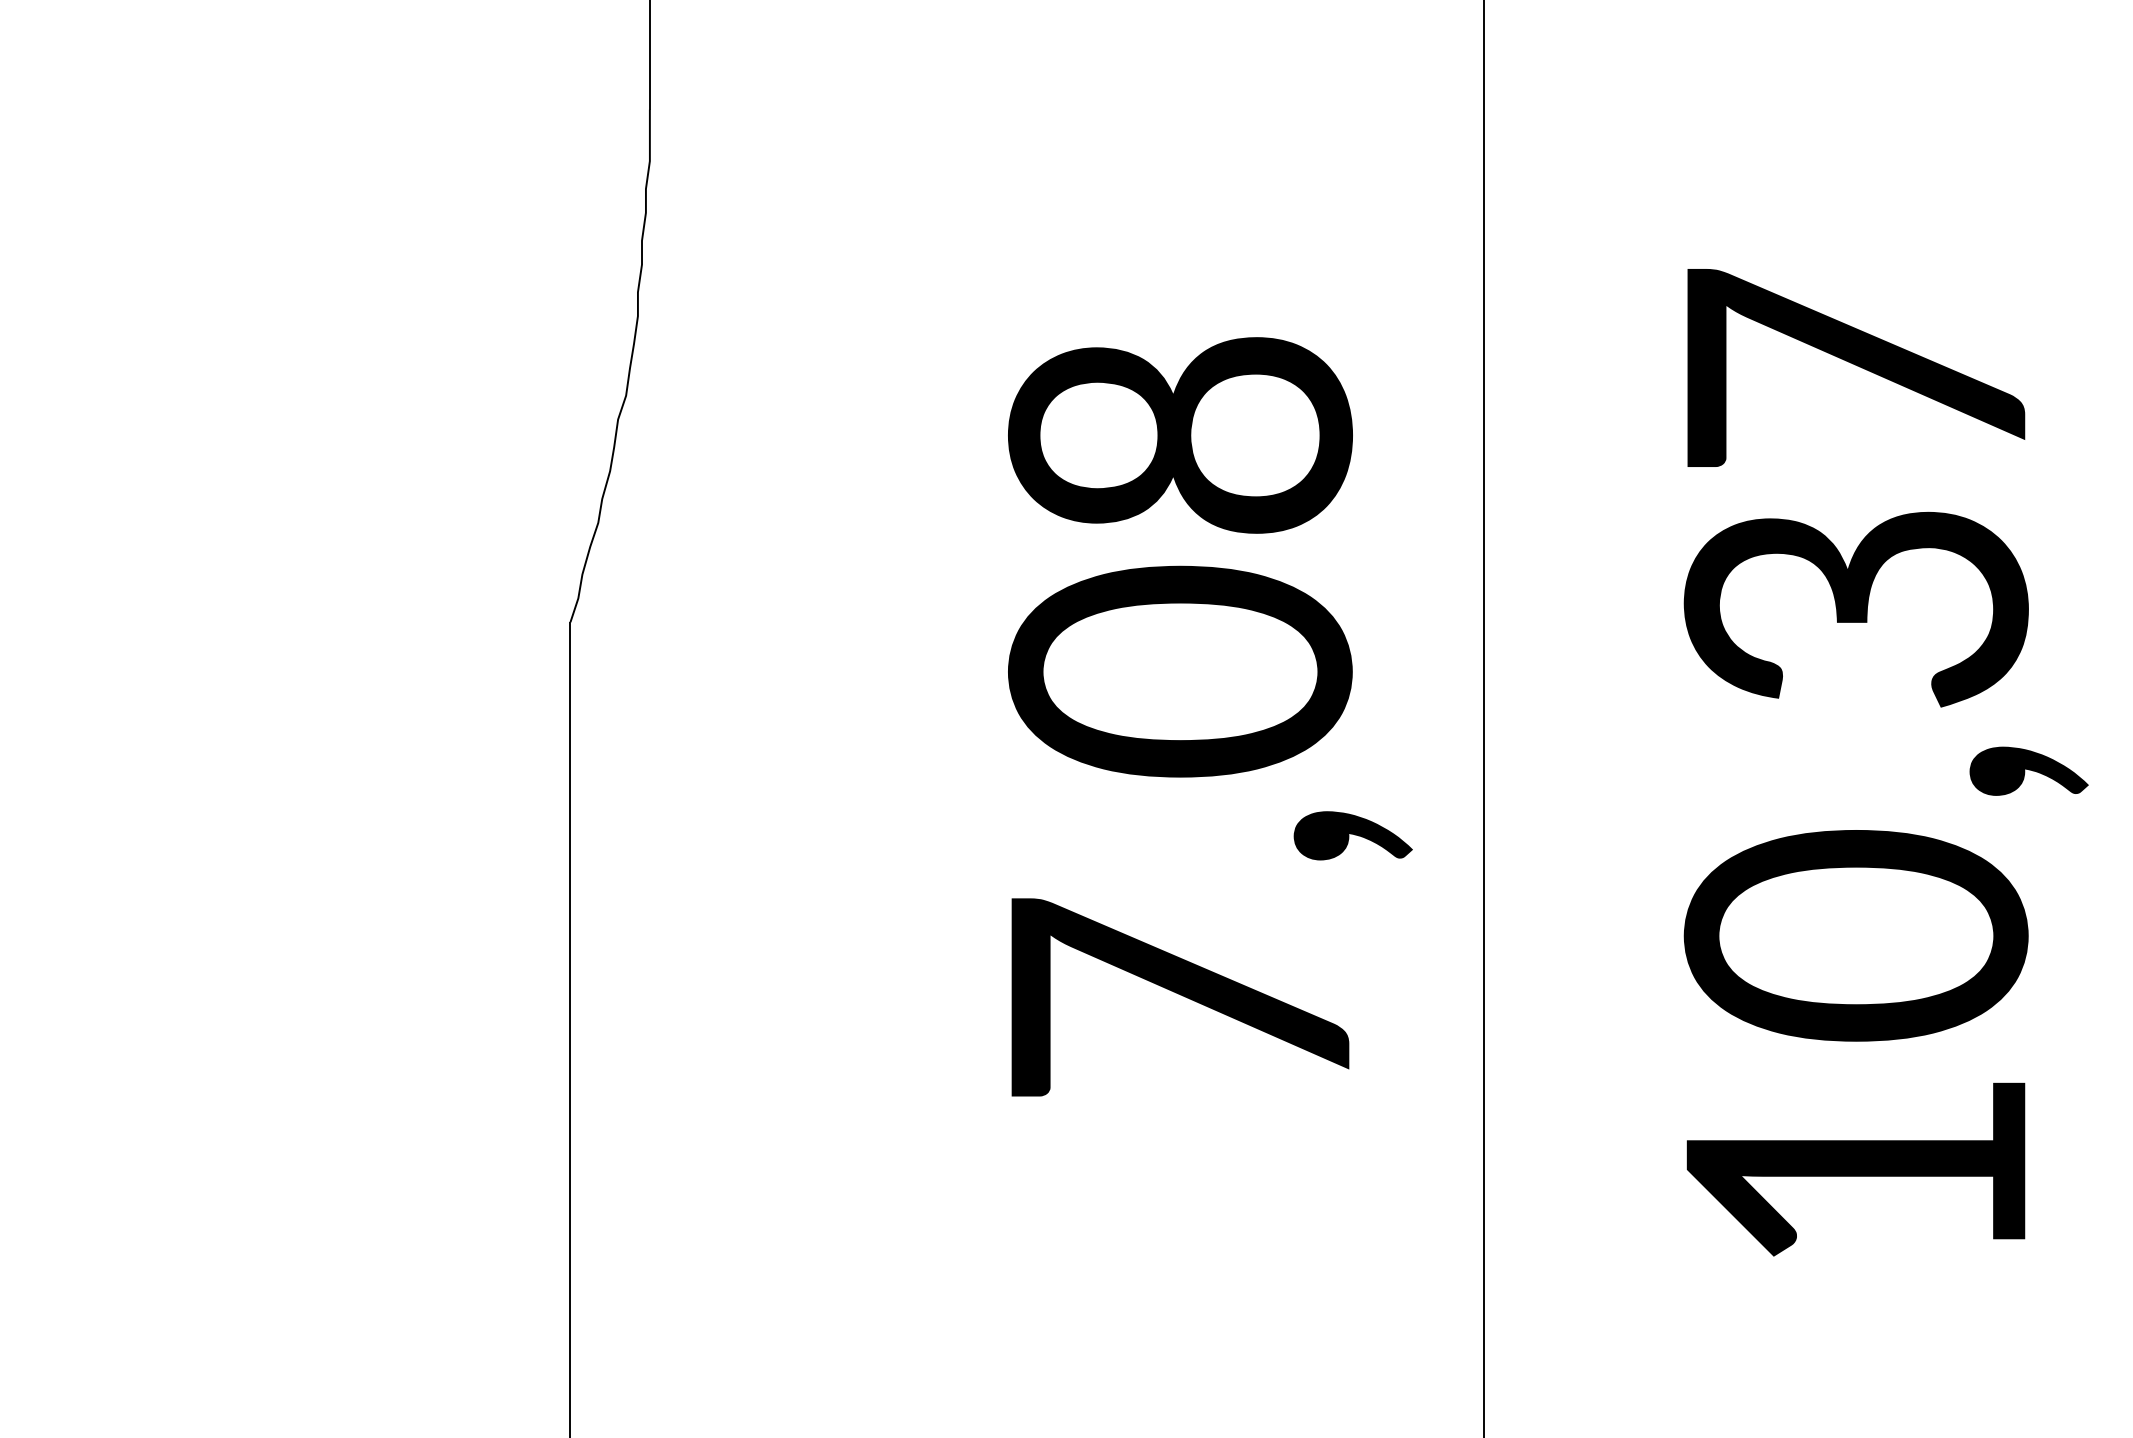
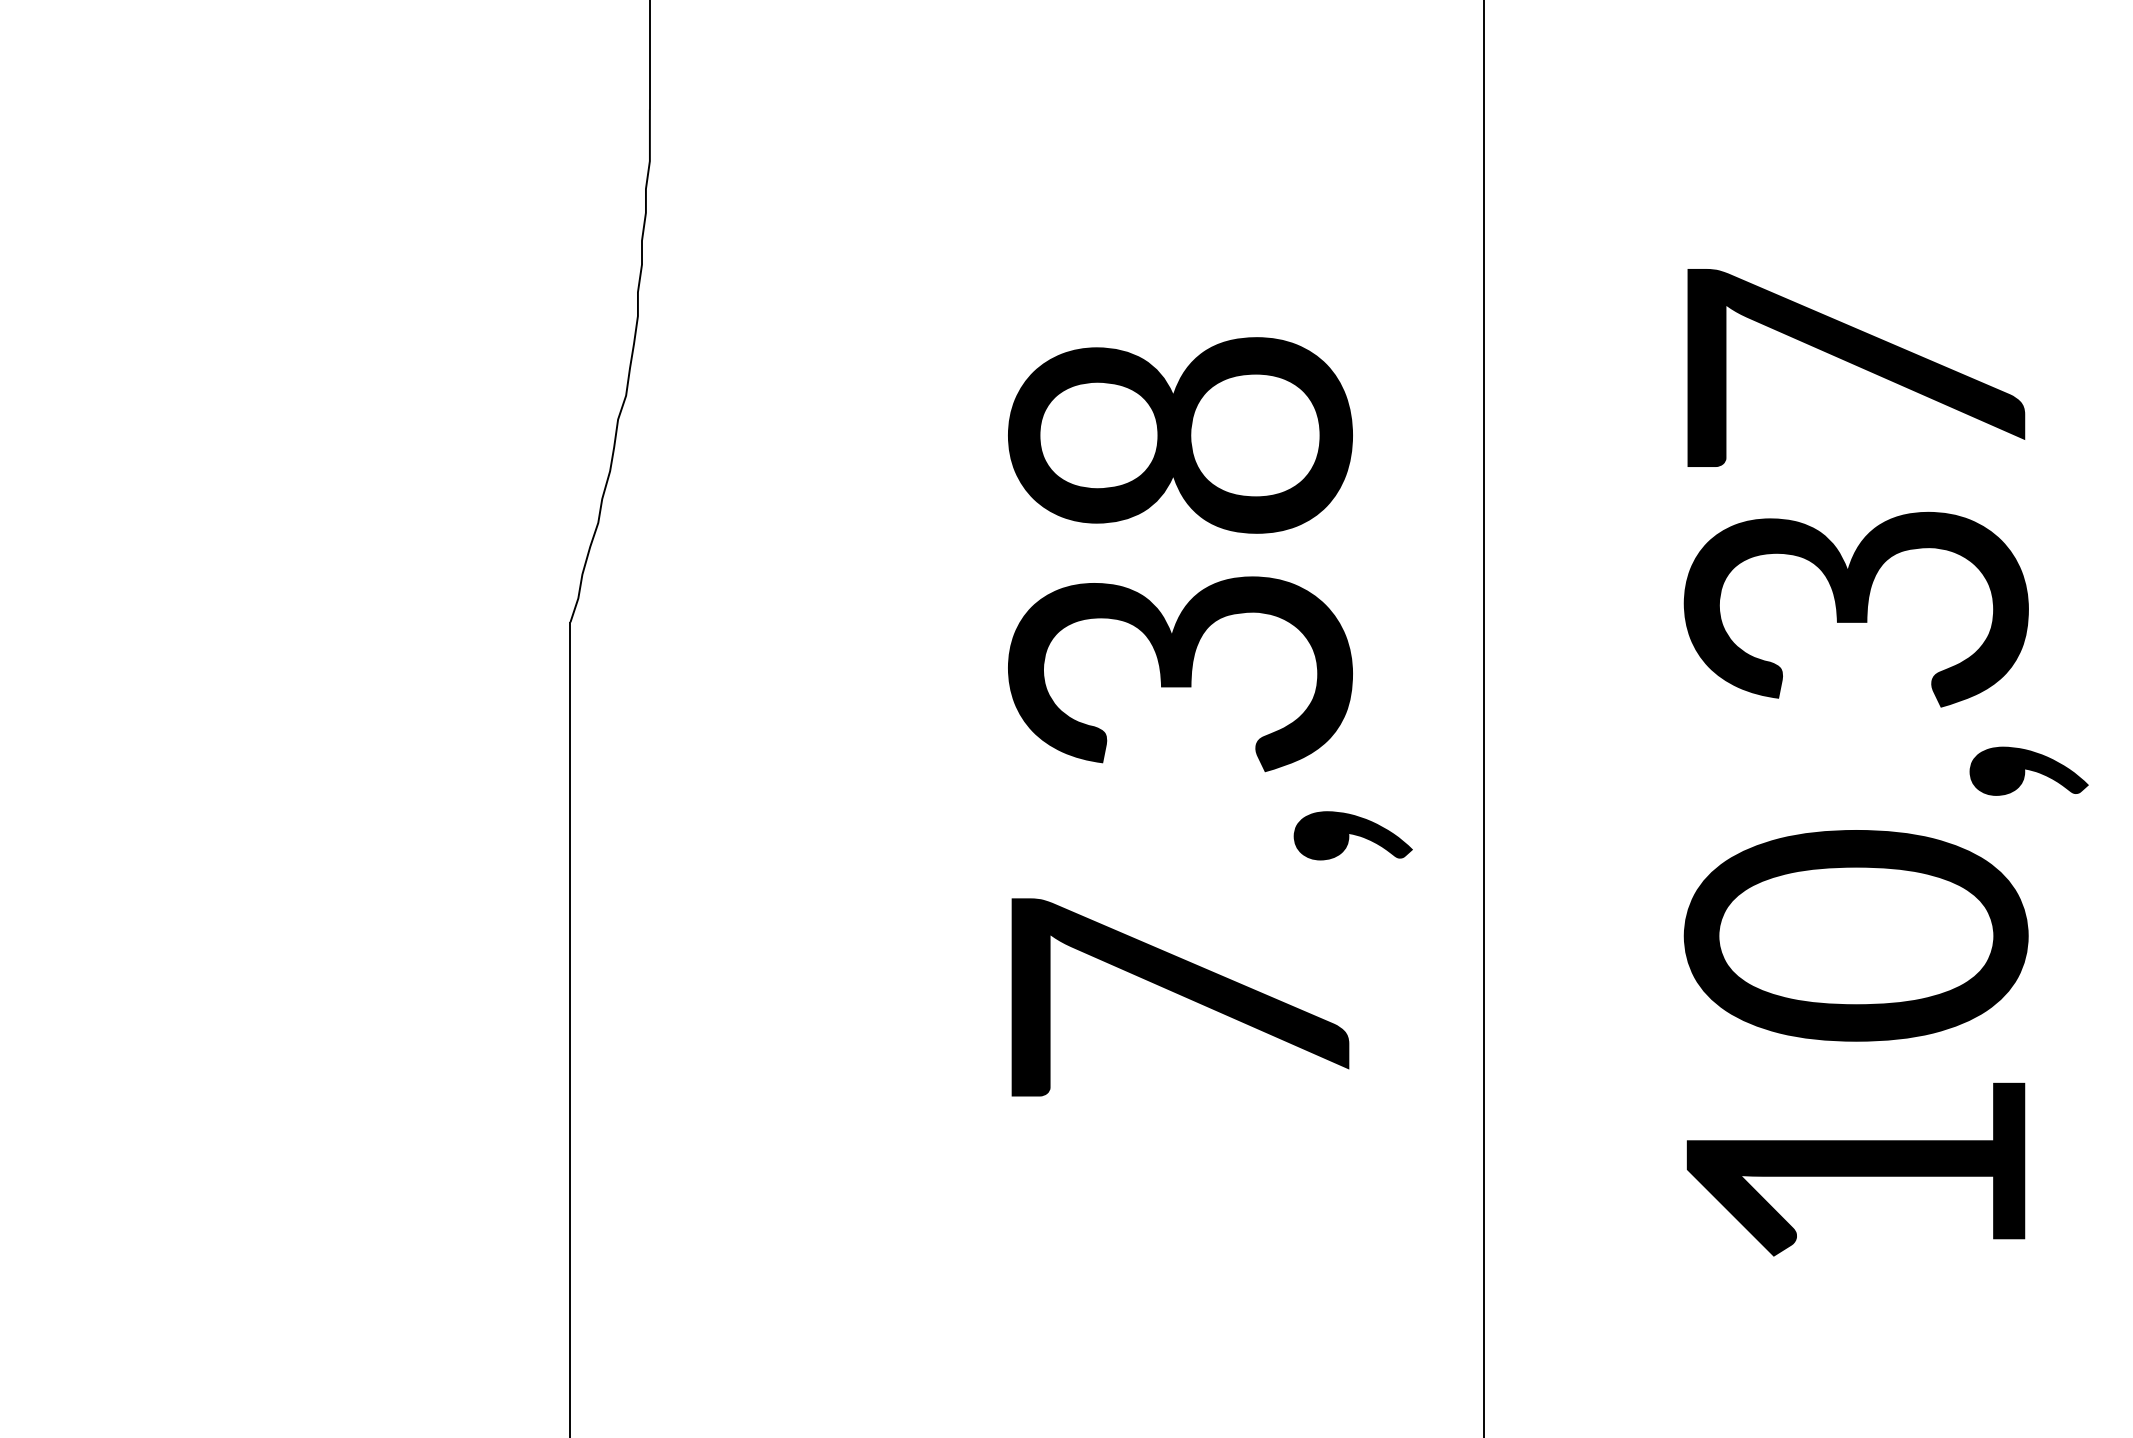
text at (1180, 671): 7,08 -> 7,38
